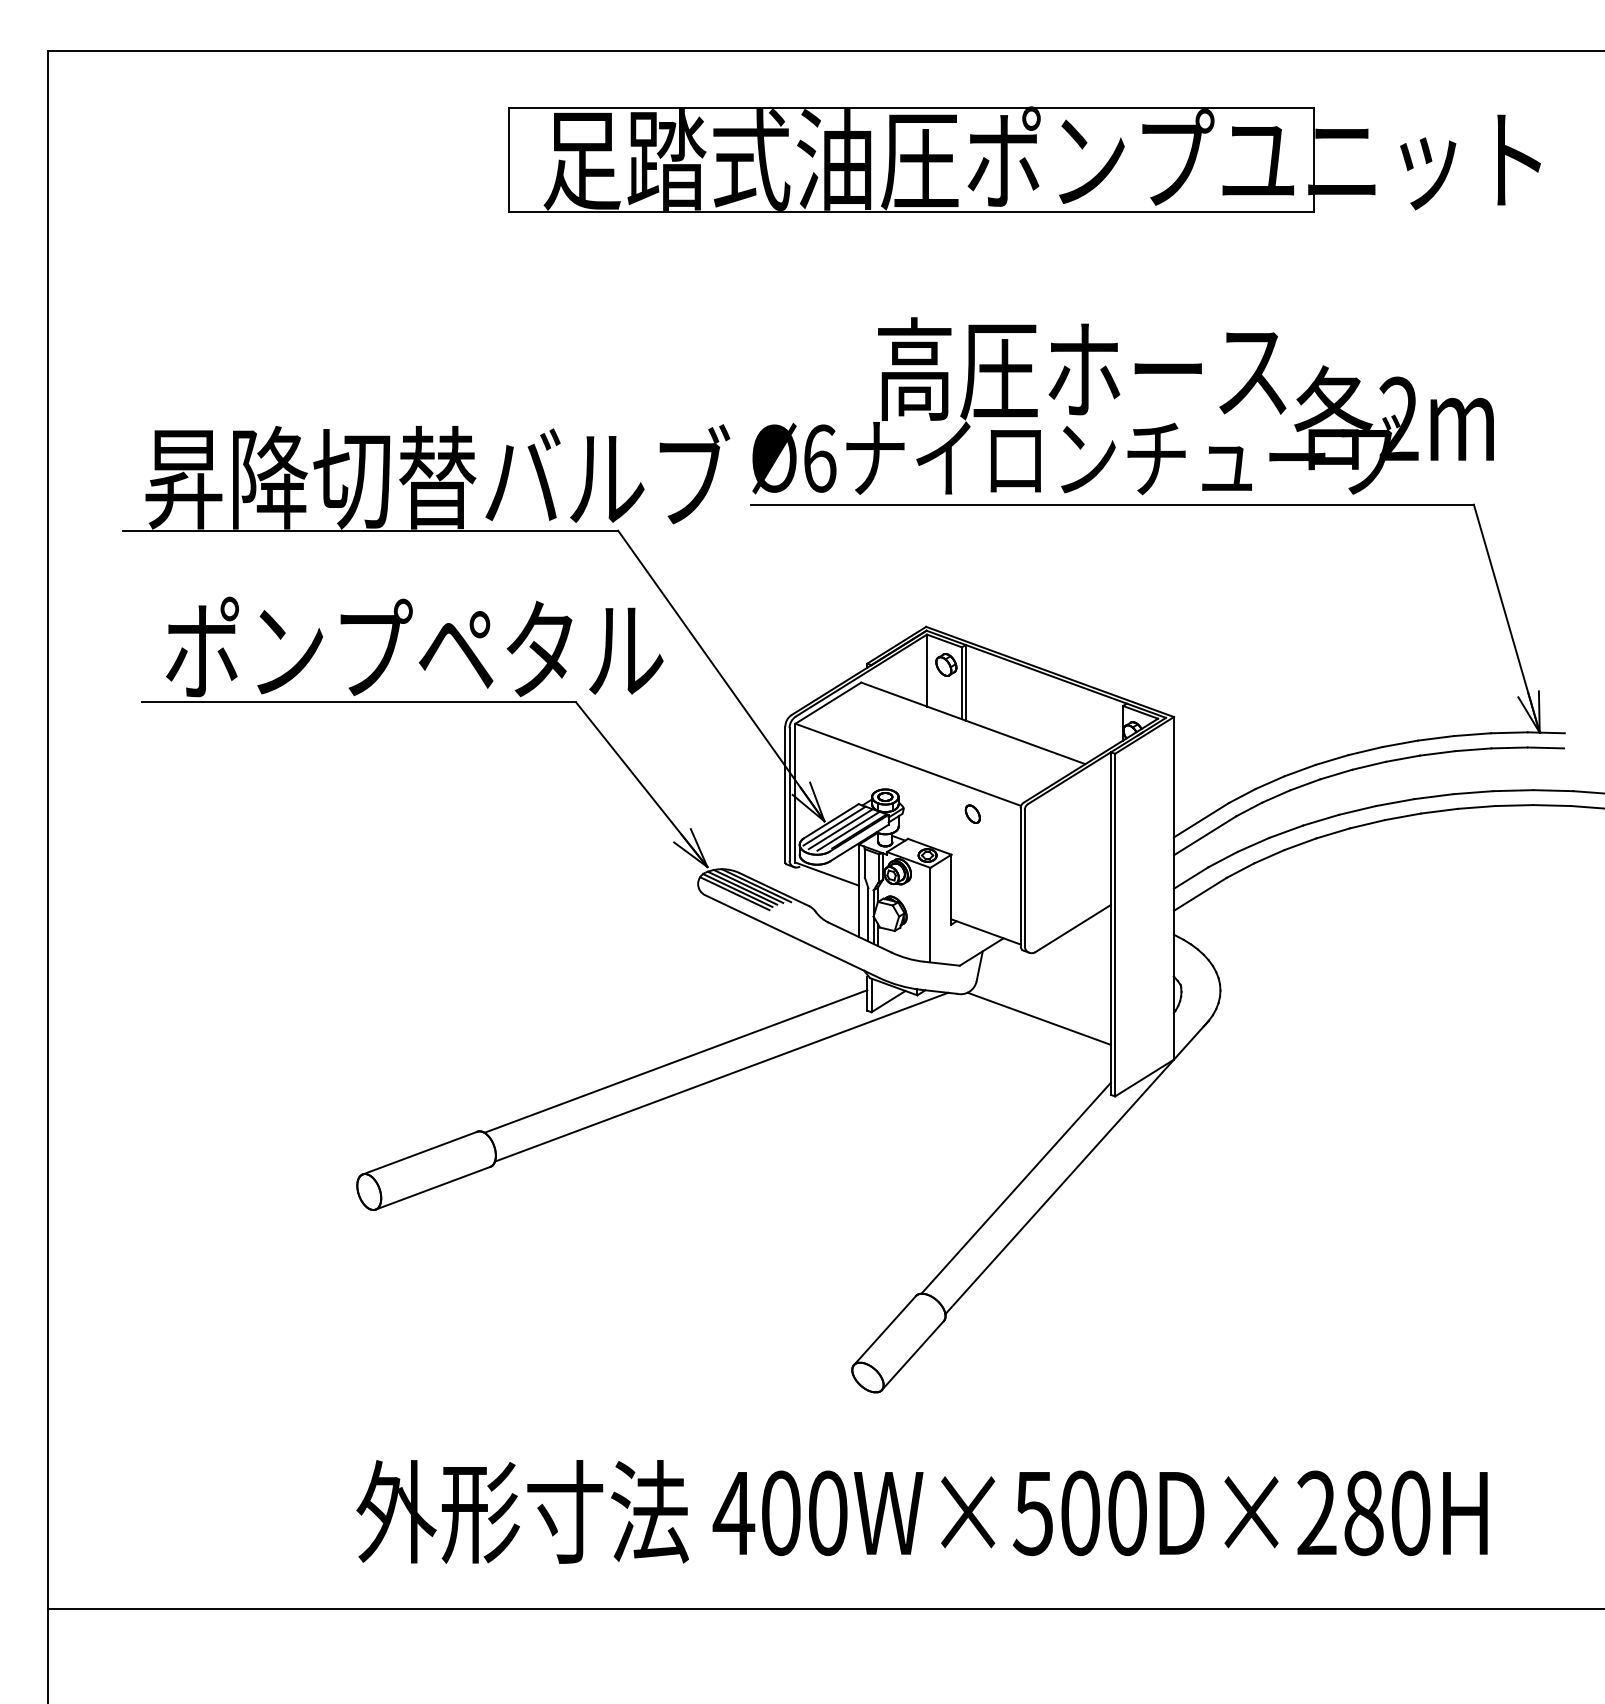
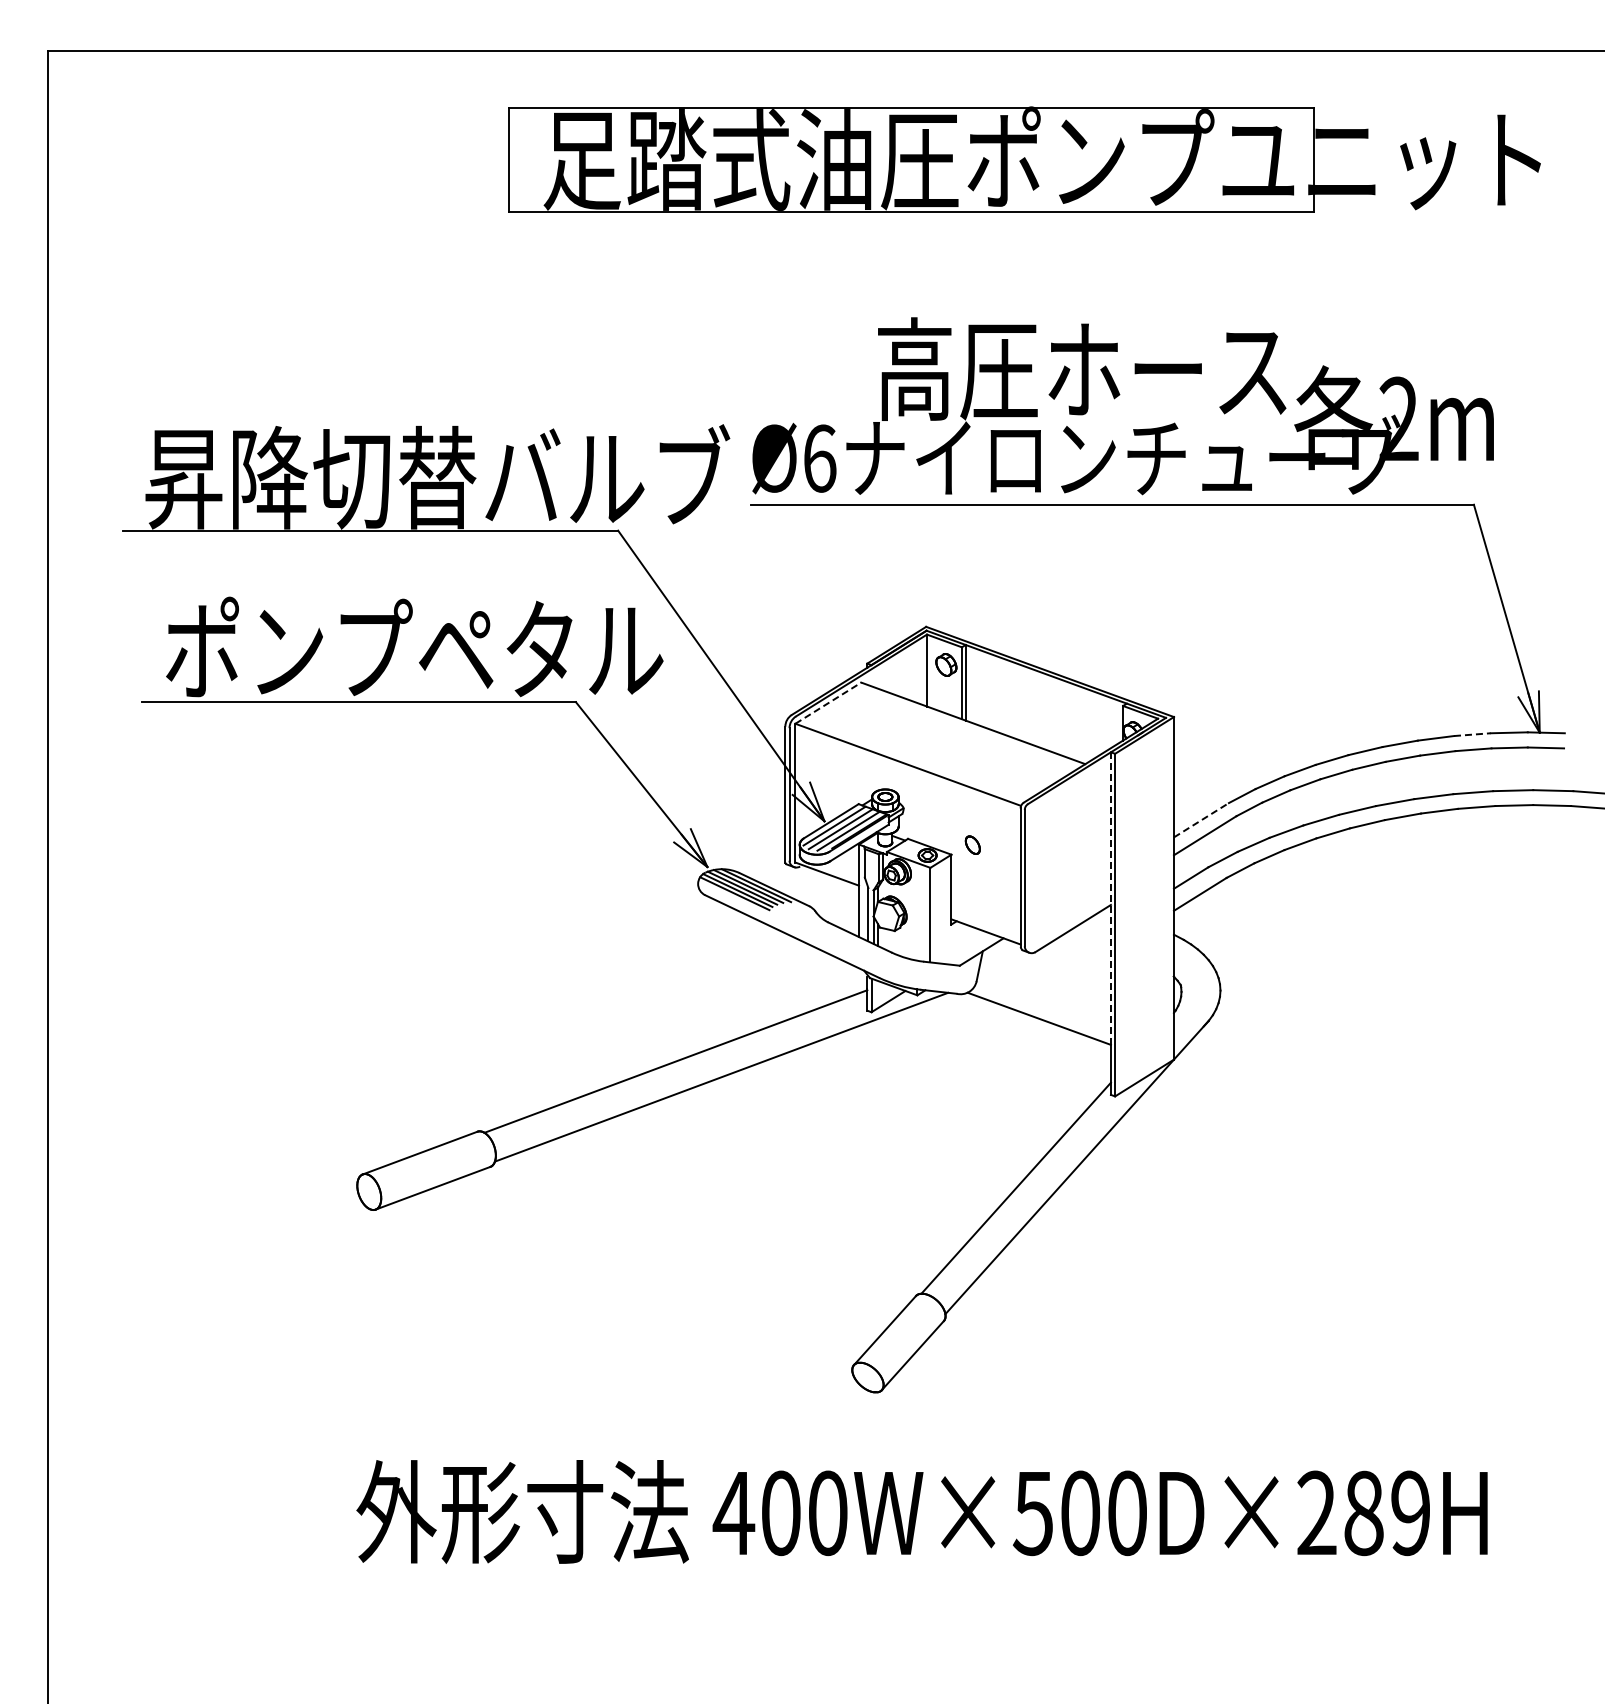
line at (828, 703): solid -> dashed
line at (1472, 734): solid -> dashed
part at (972, 813) position: (972, 813) -> (972, 844)
line at (1201, 819): solid -> dashed
line at (1110, 899): solid -> dashed
text at (1410, 1513): 400W×500D×280H -> 400W×500D×289H
line at (824, 1608): present -> none
